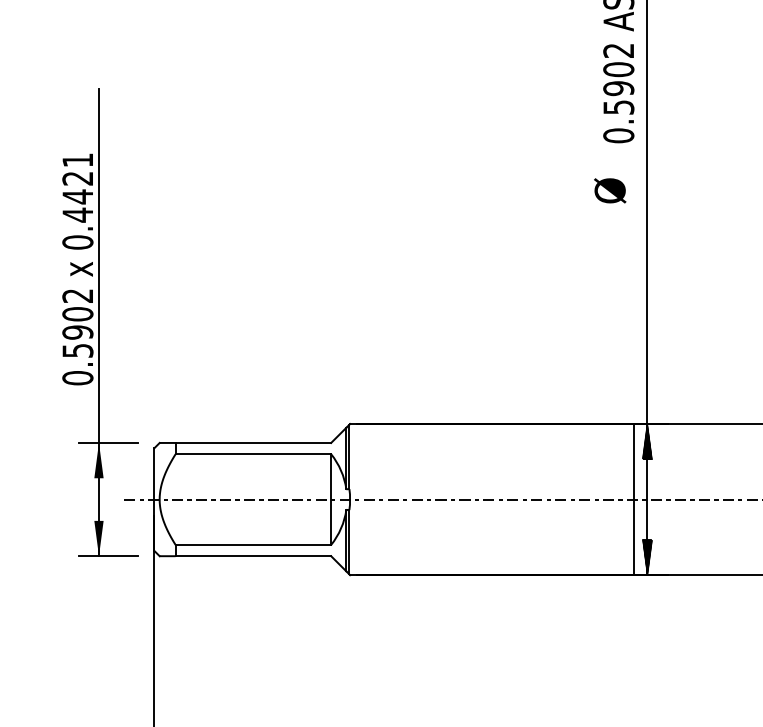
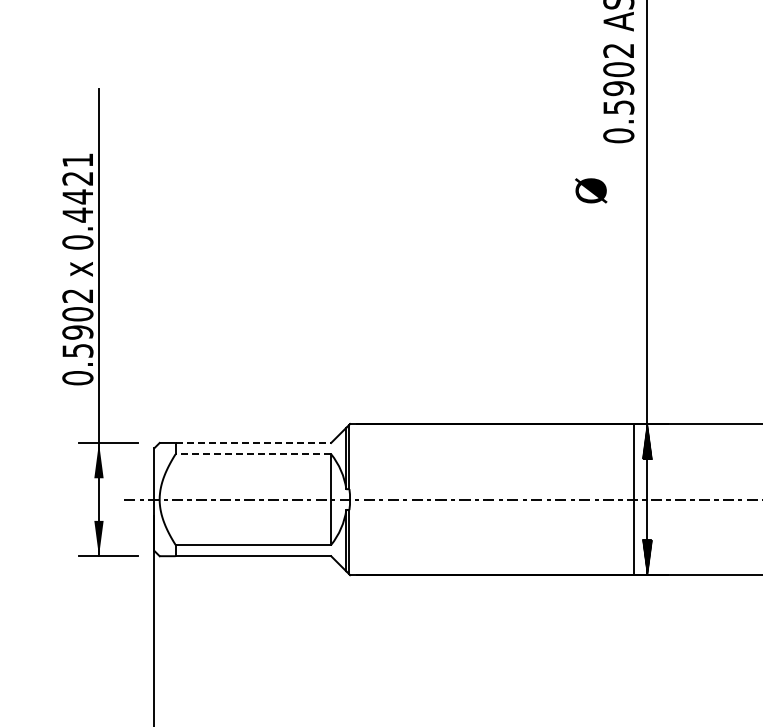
text at (610, 190) position: (610, 190) -> (591, 190)
line at (253, 442): solid -> dashed
line at (253, 454): solid -> dashed
